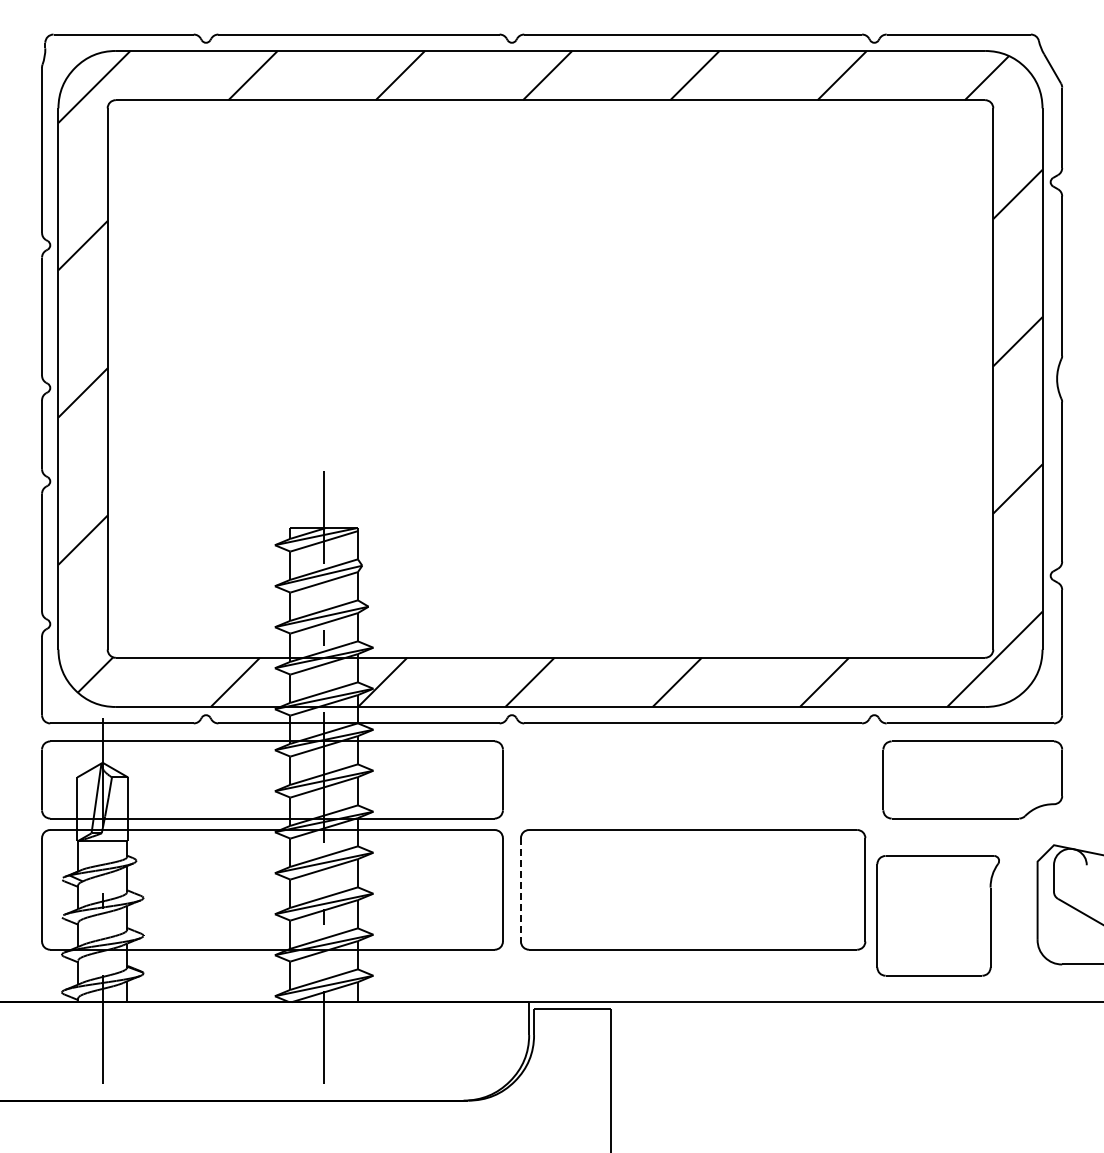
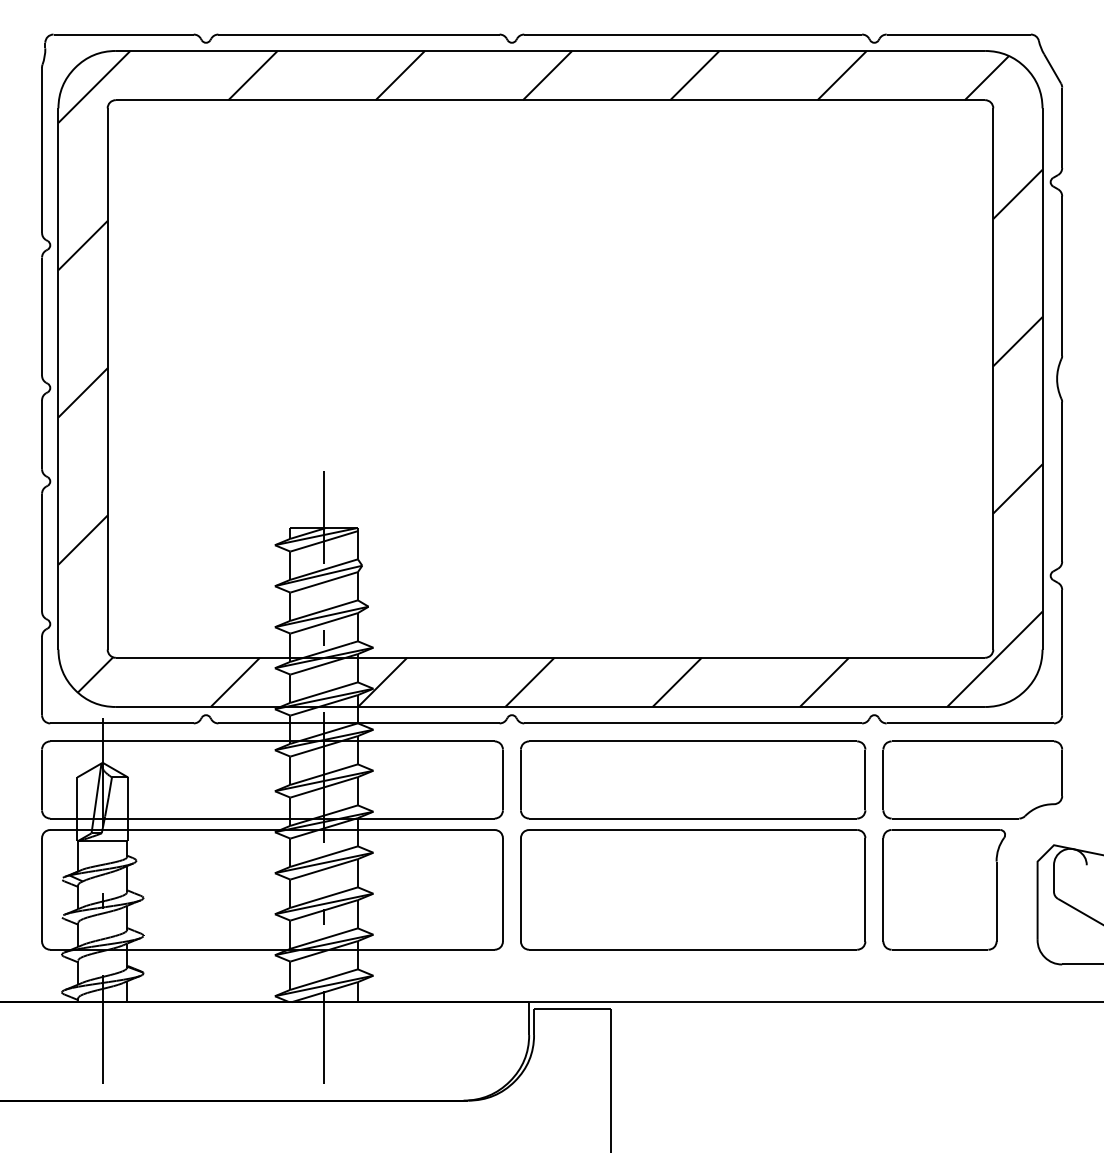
part at (693, 779): none -> present
line at (520, 889): dashed -> solid
part at (937, 915) position: (937, 915) -> (943, 889)
